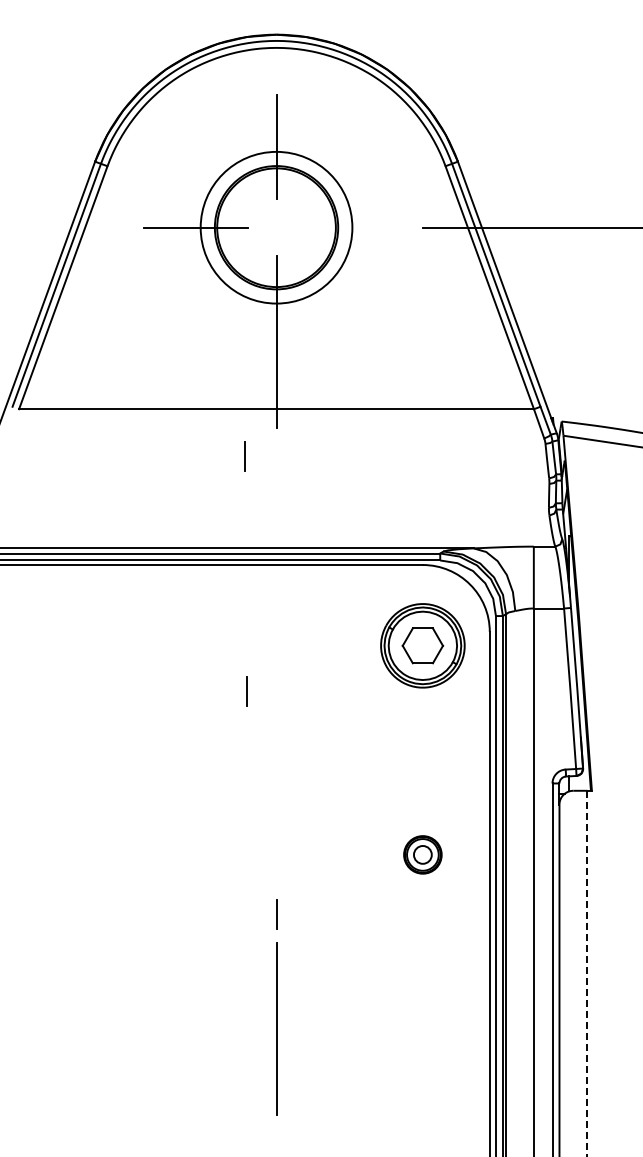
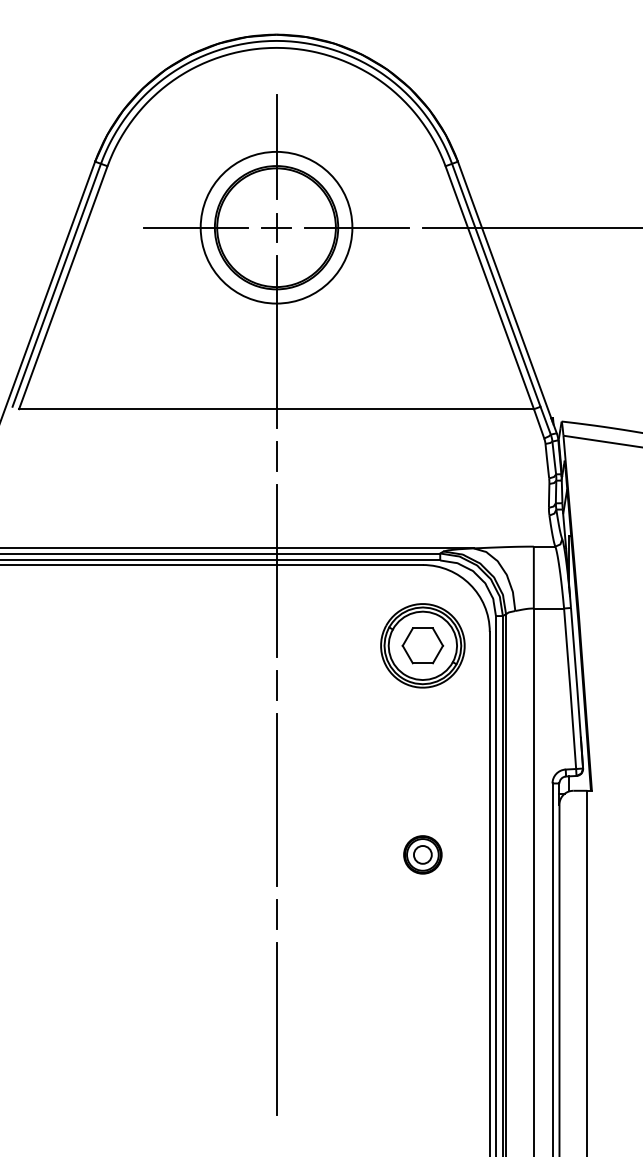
part at (276, 227): none -> present
line at (356, 227): none -> present
line at (244, 456) position: (244, 456) -> (276, 456)
line at (276, 571): none -> present
line at (246, 691) position: (246, 691) -> (276, 685)
line at (276, 800): none -> present
line at (587, 973): dashed -> solid
